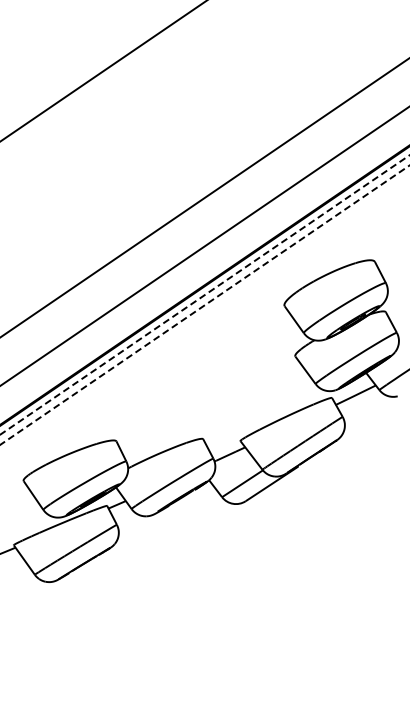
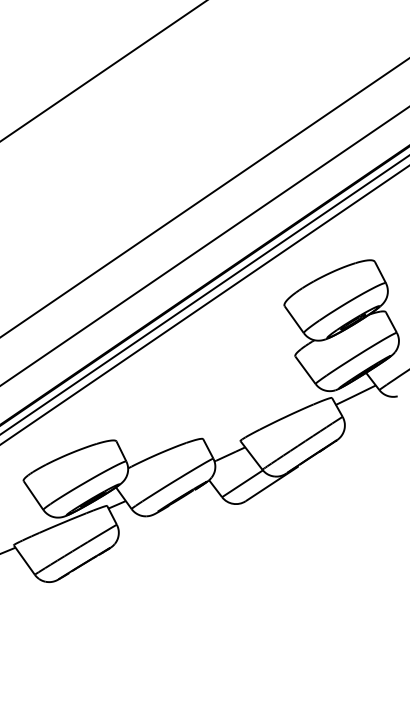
line at (205, 294): dashed -> solid
line at (204, 305): dashed -> solid
